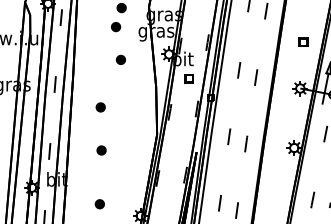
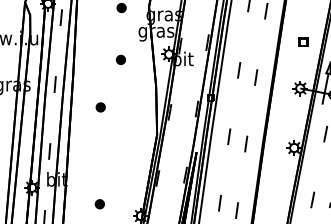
part at (116, 27): present -> none
part at (188, 78): present -> none
part at (101, 150): present -> none
